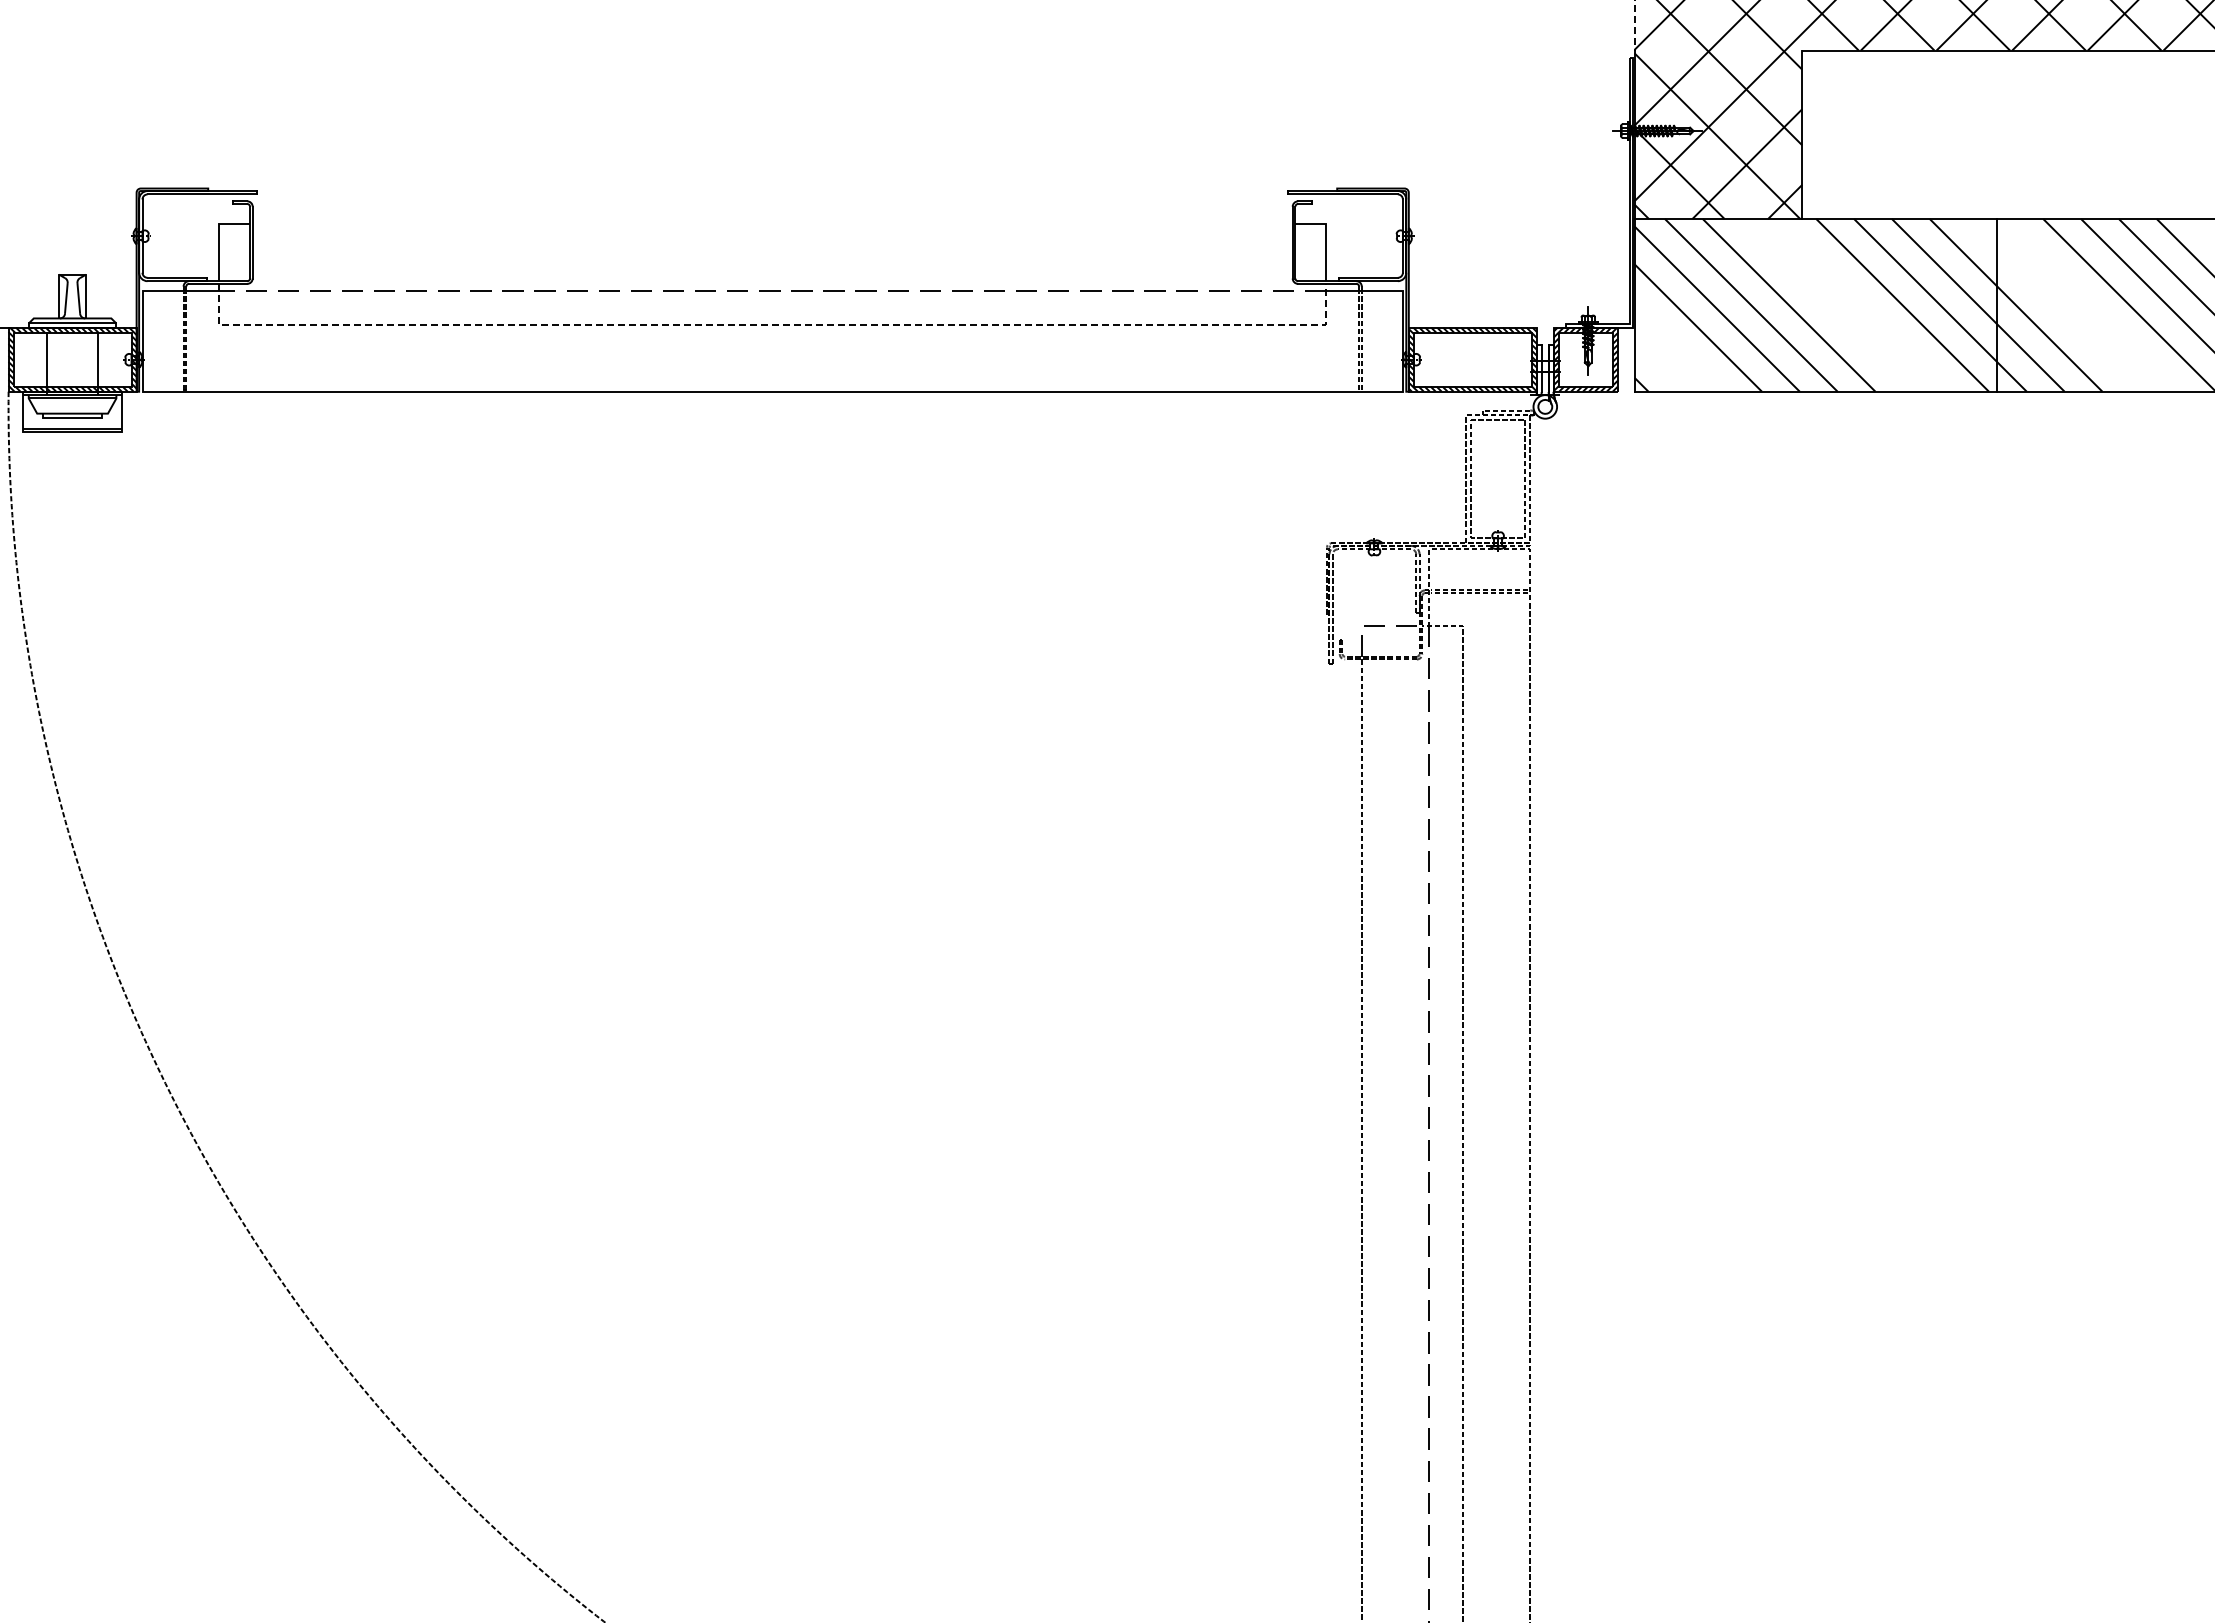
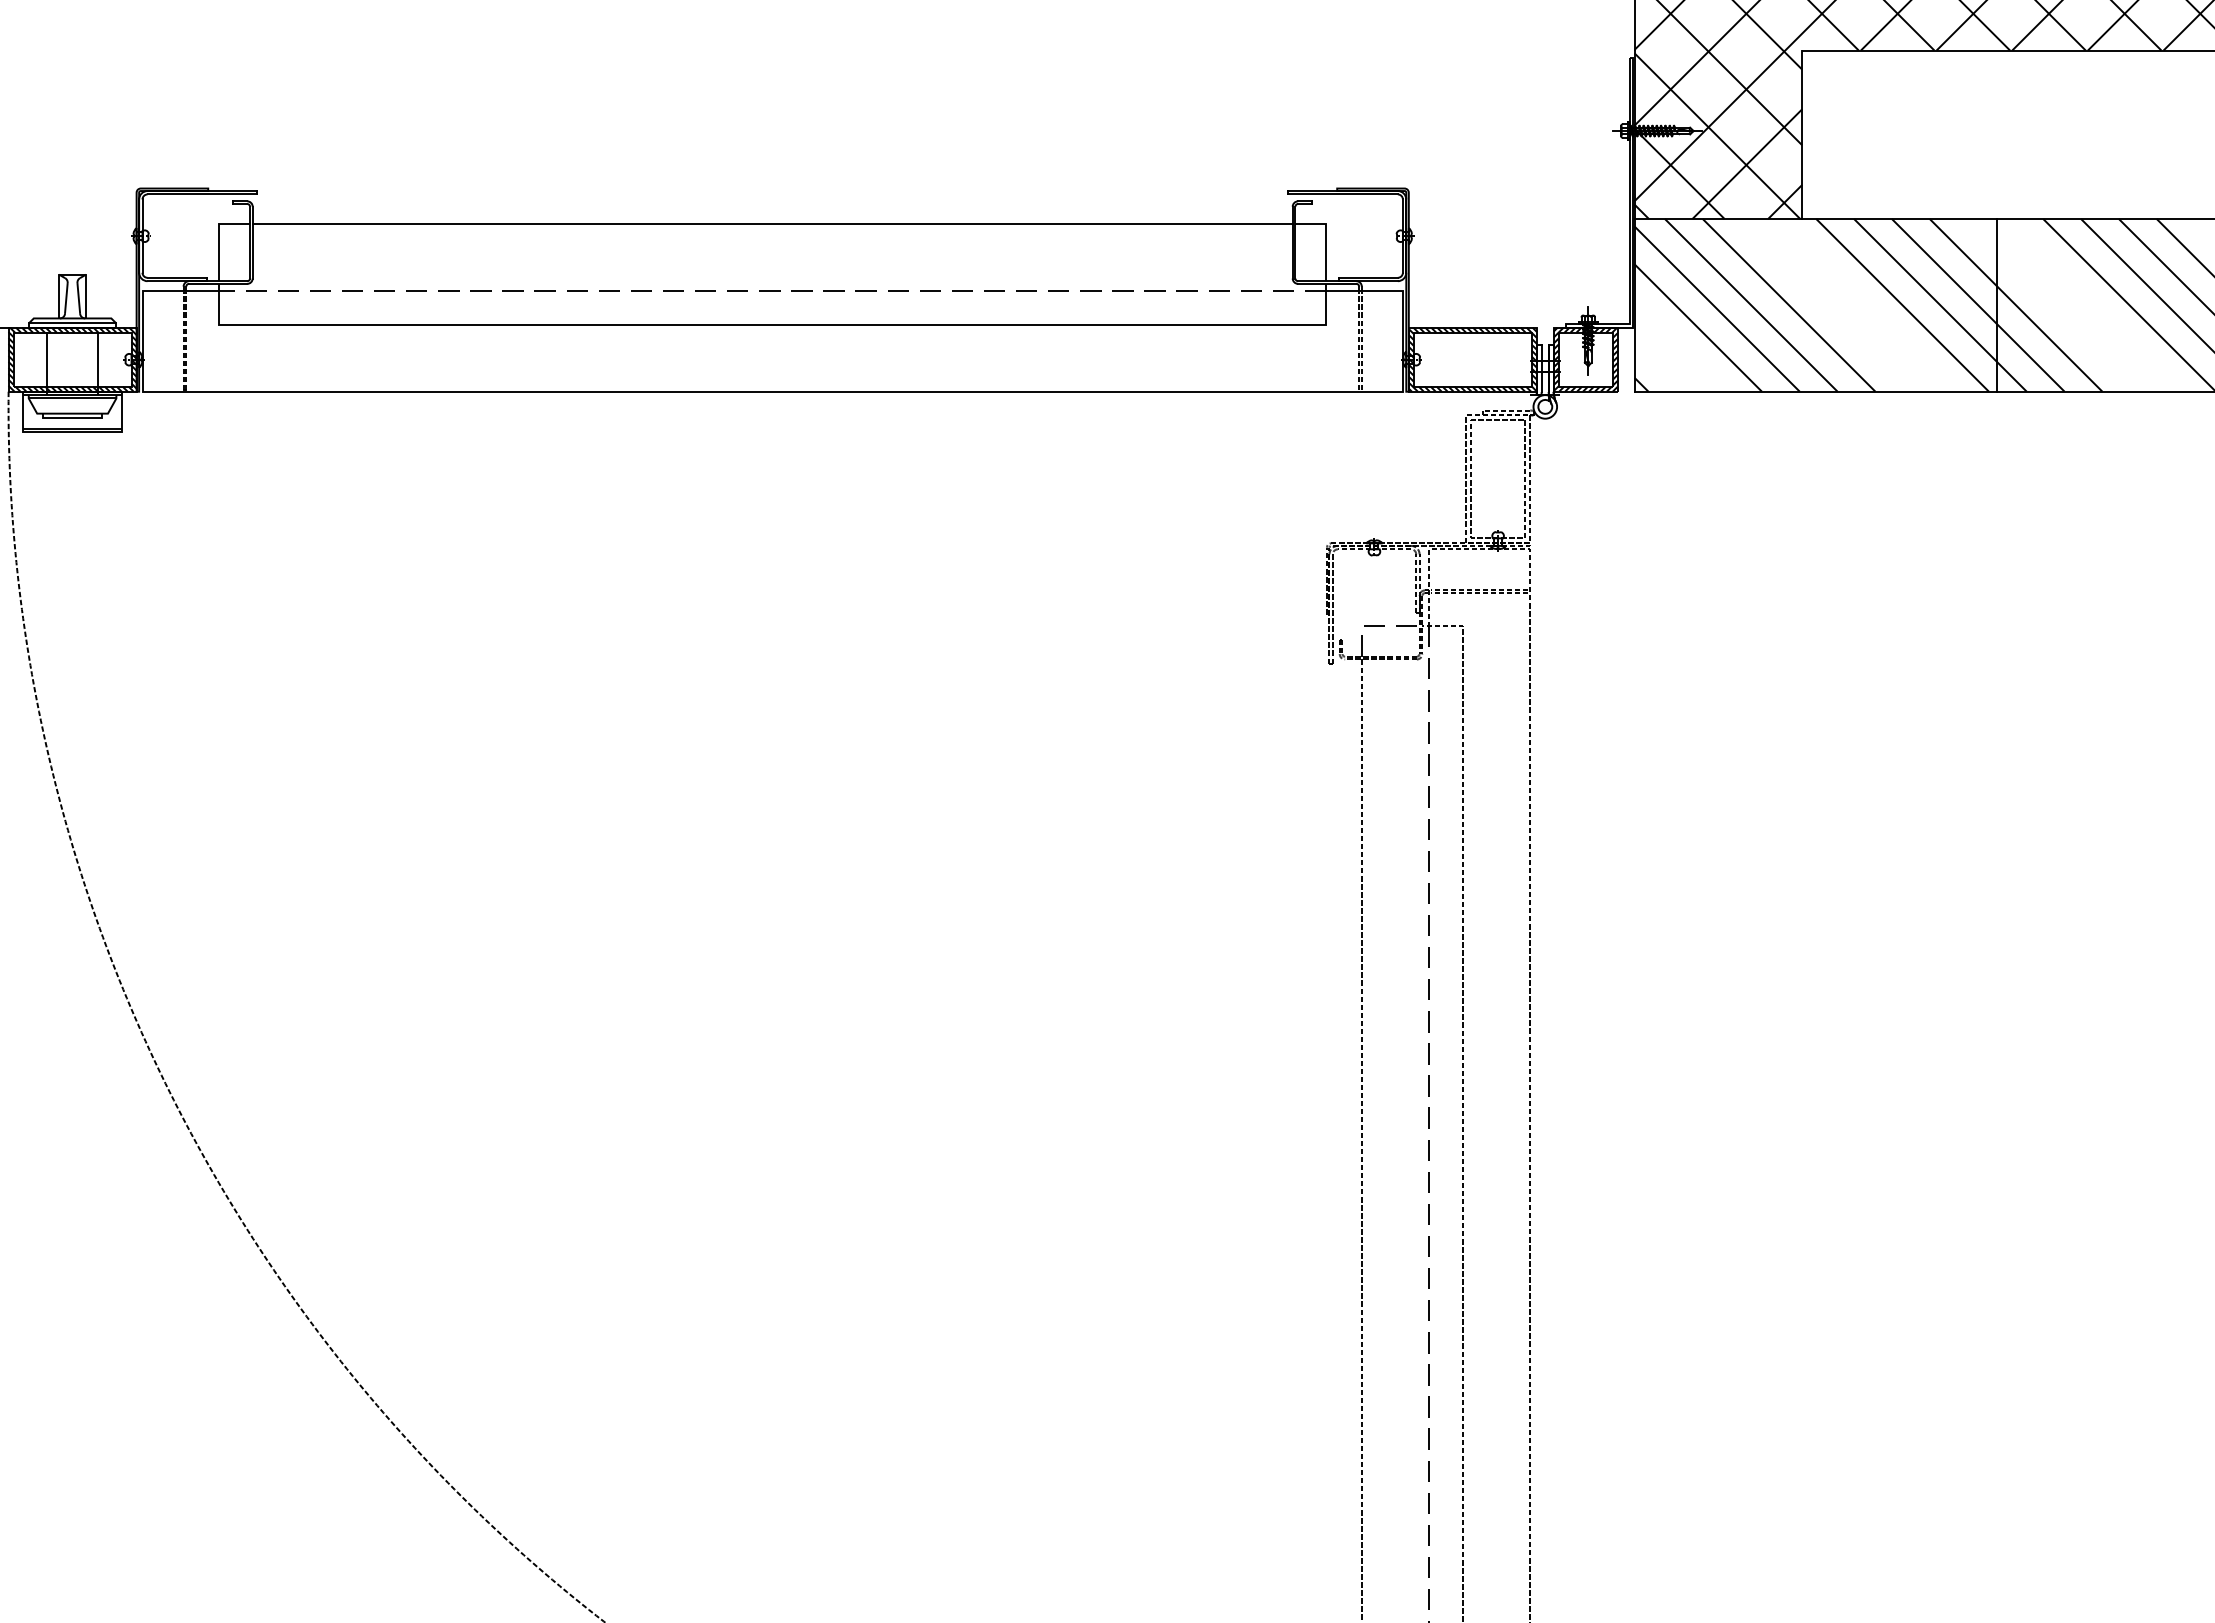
line at (1634, 25): dashed -> solid
line at (772, 223): none -> present
line at (772, 325): dashed -> solid
